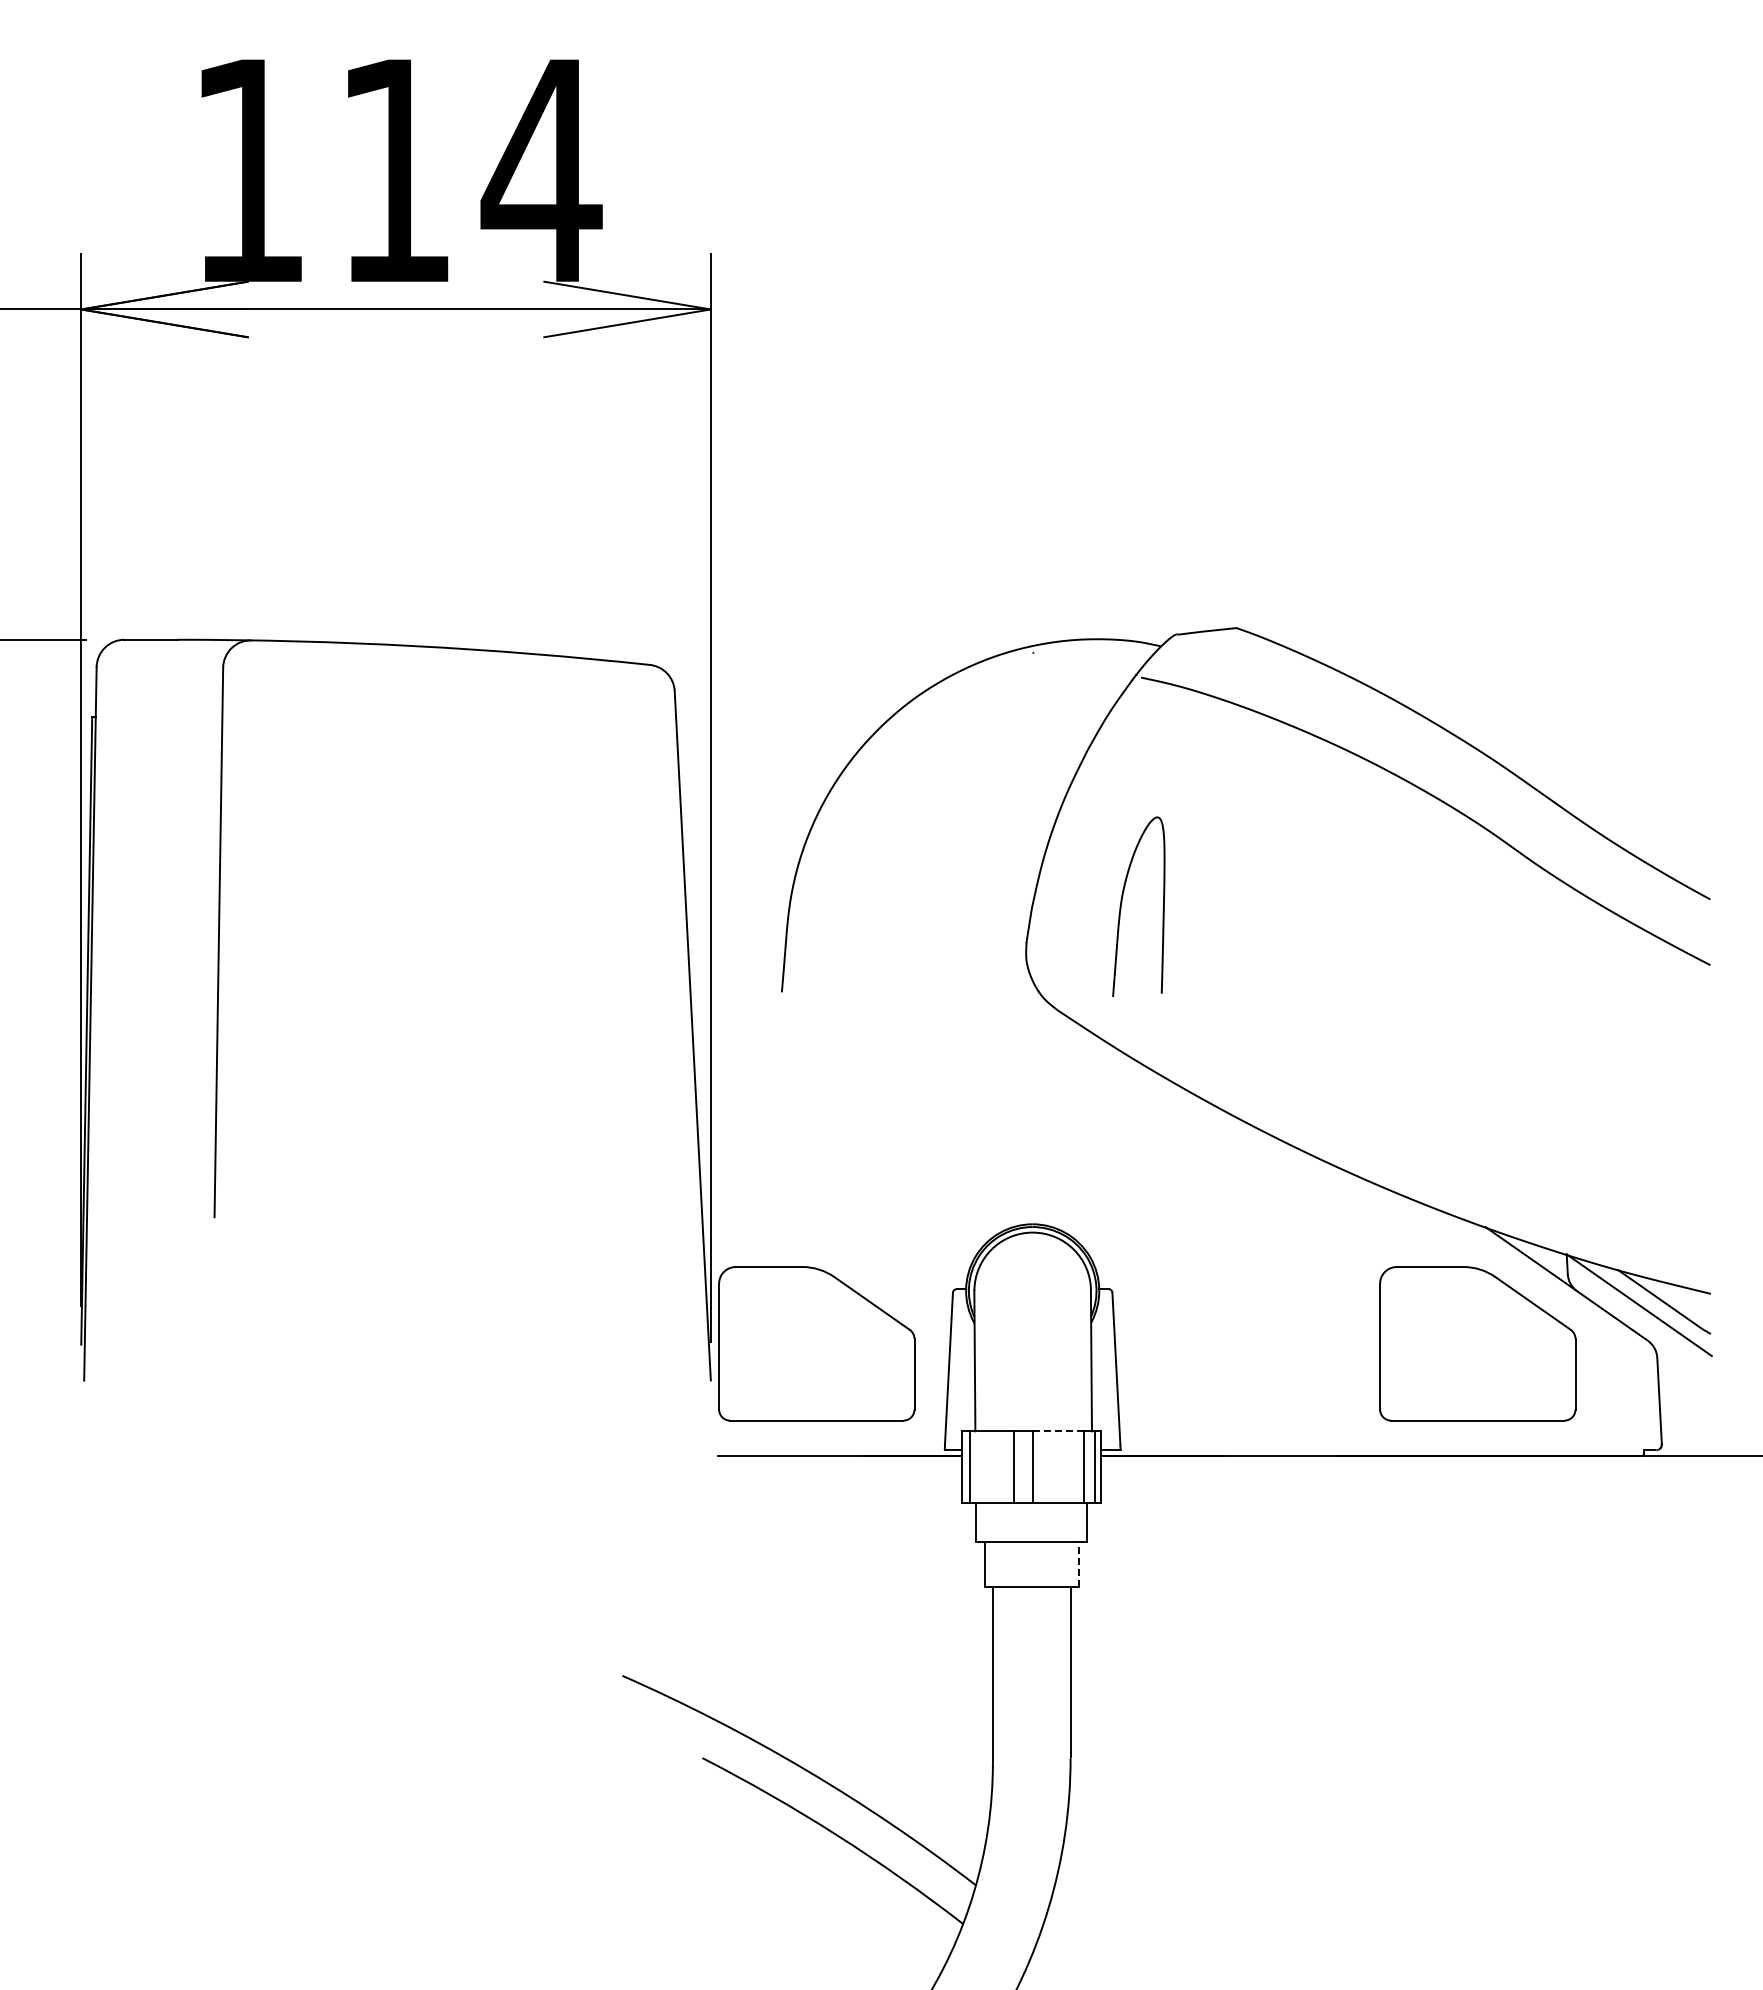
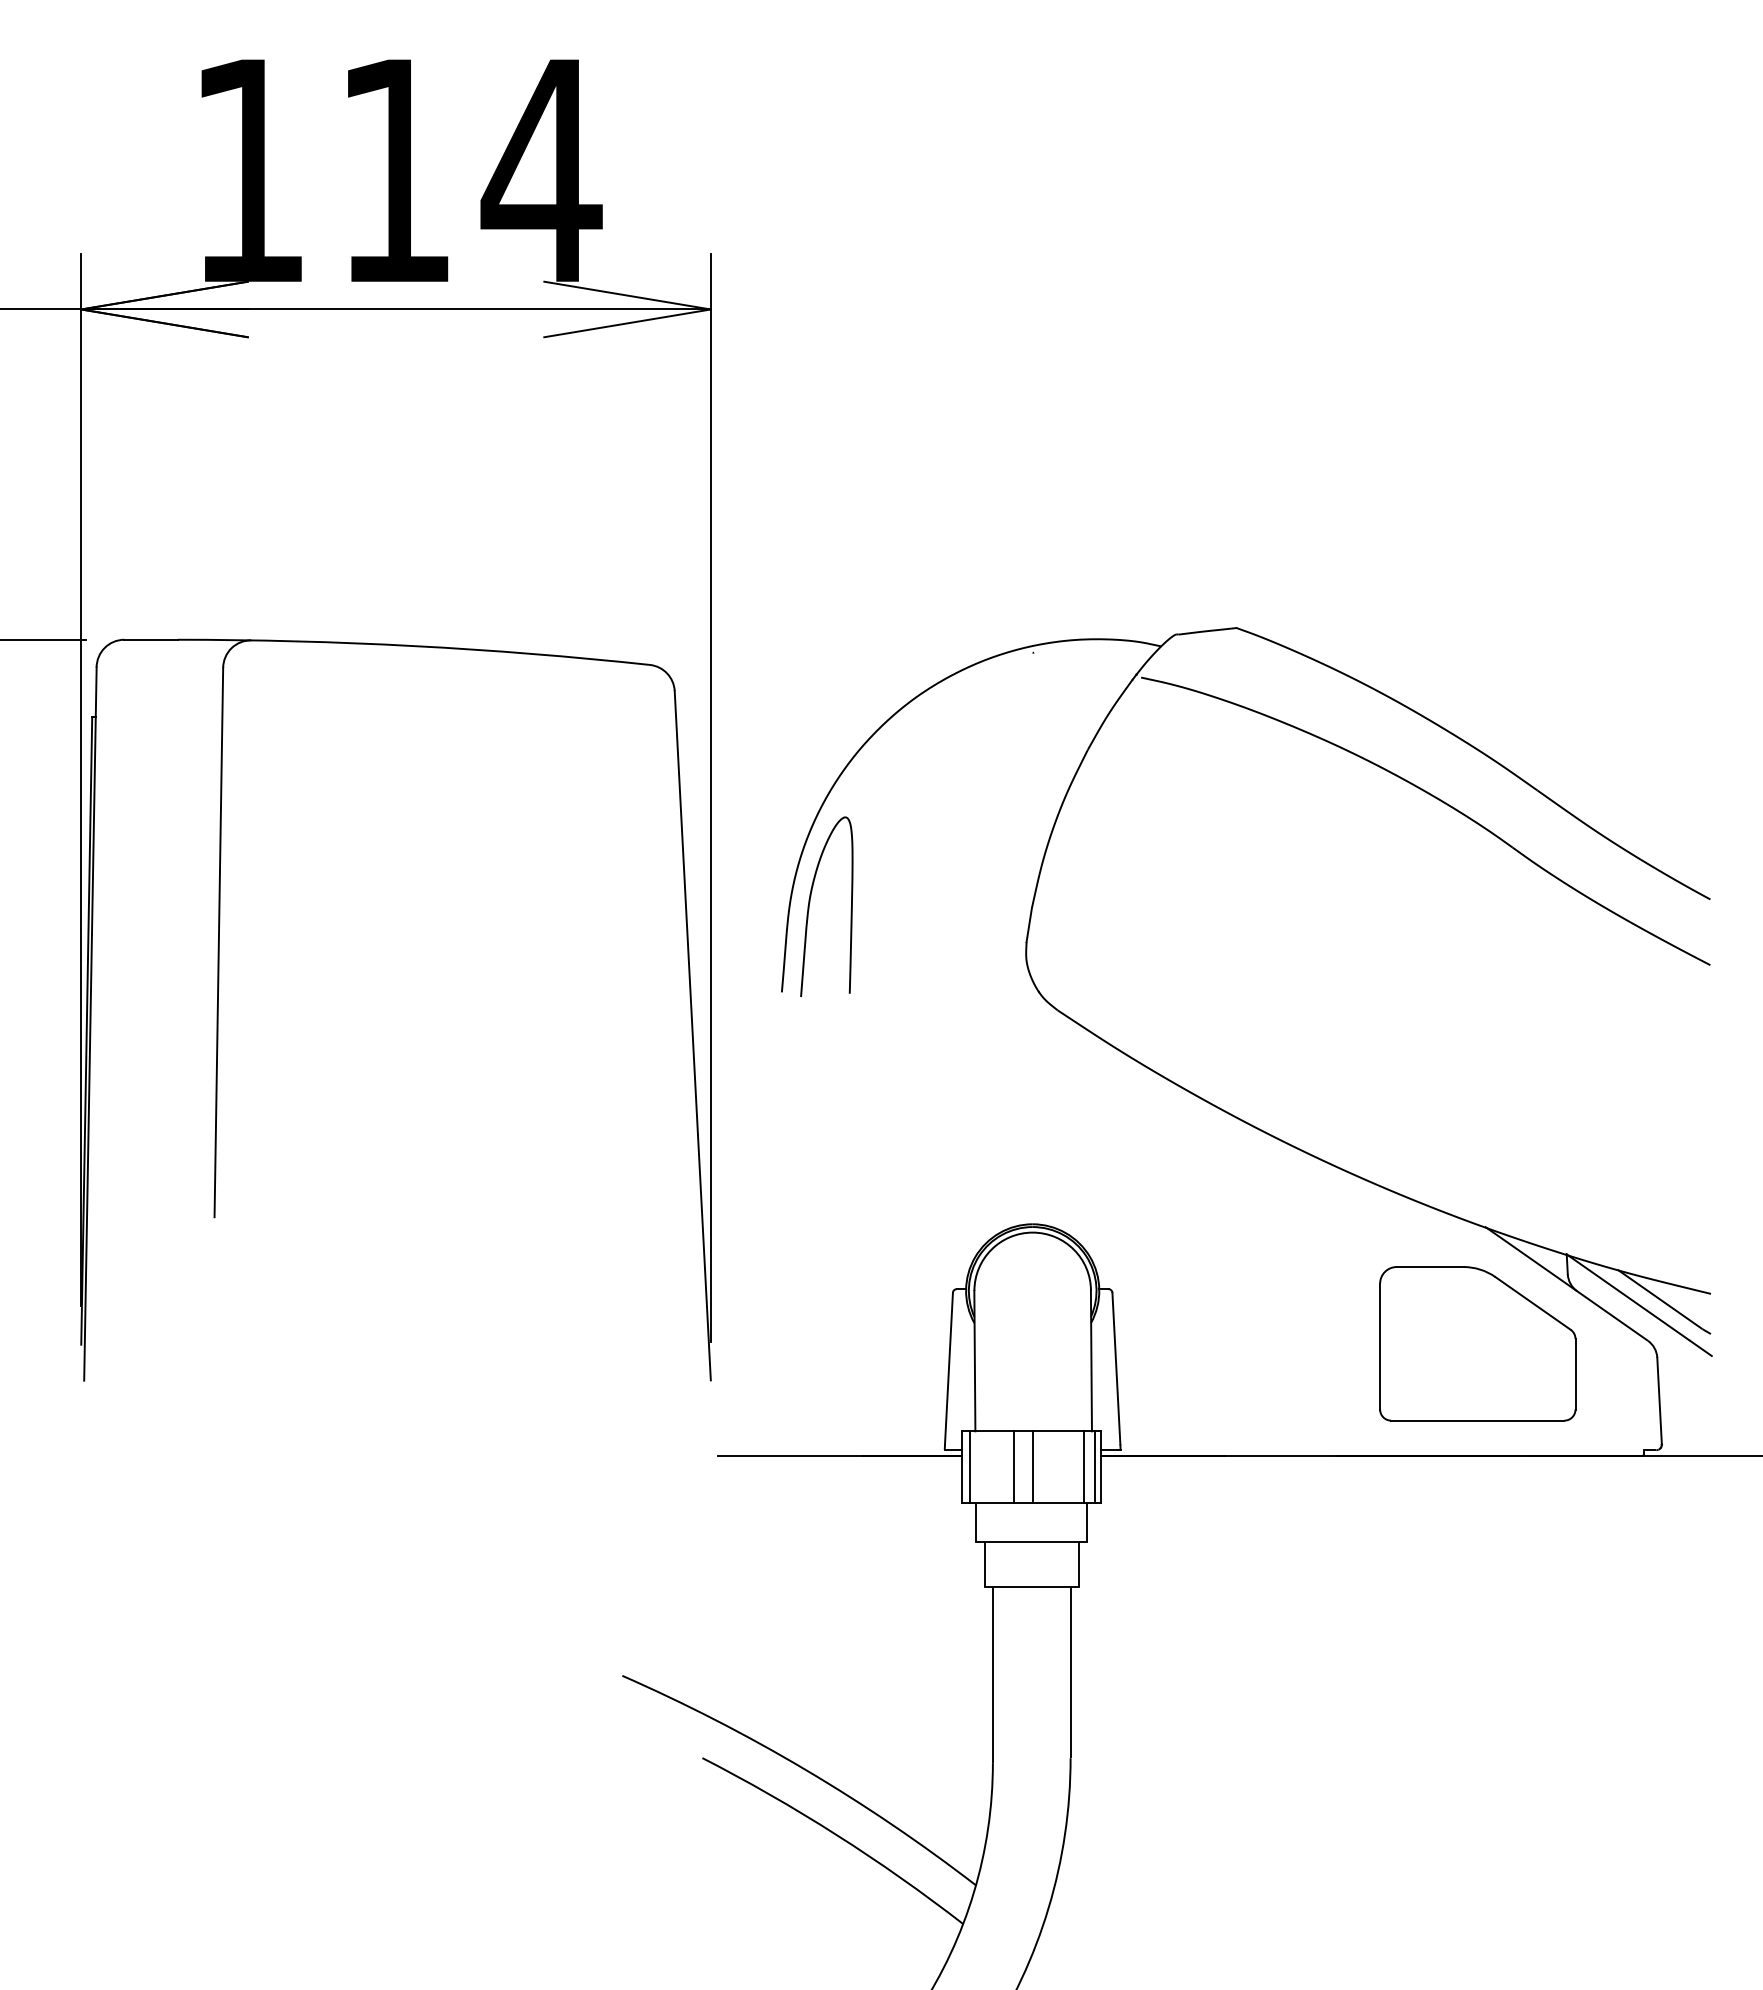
curve at (1122, 902) position: (1122, 902) -> (810, 902)
part at (816, 1343): present -> none
line at (1057, 1431): dashed -> solid
line at (1078, 1564): dashed -> solid
